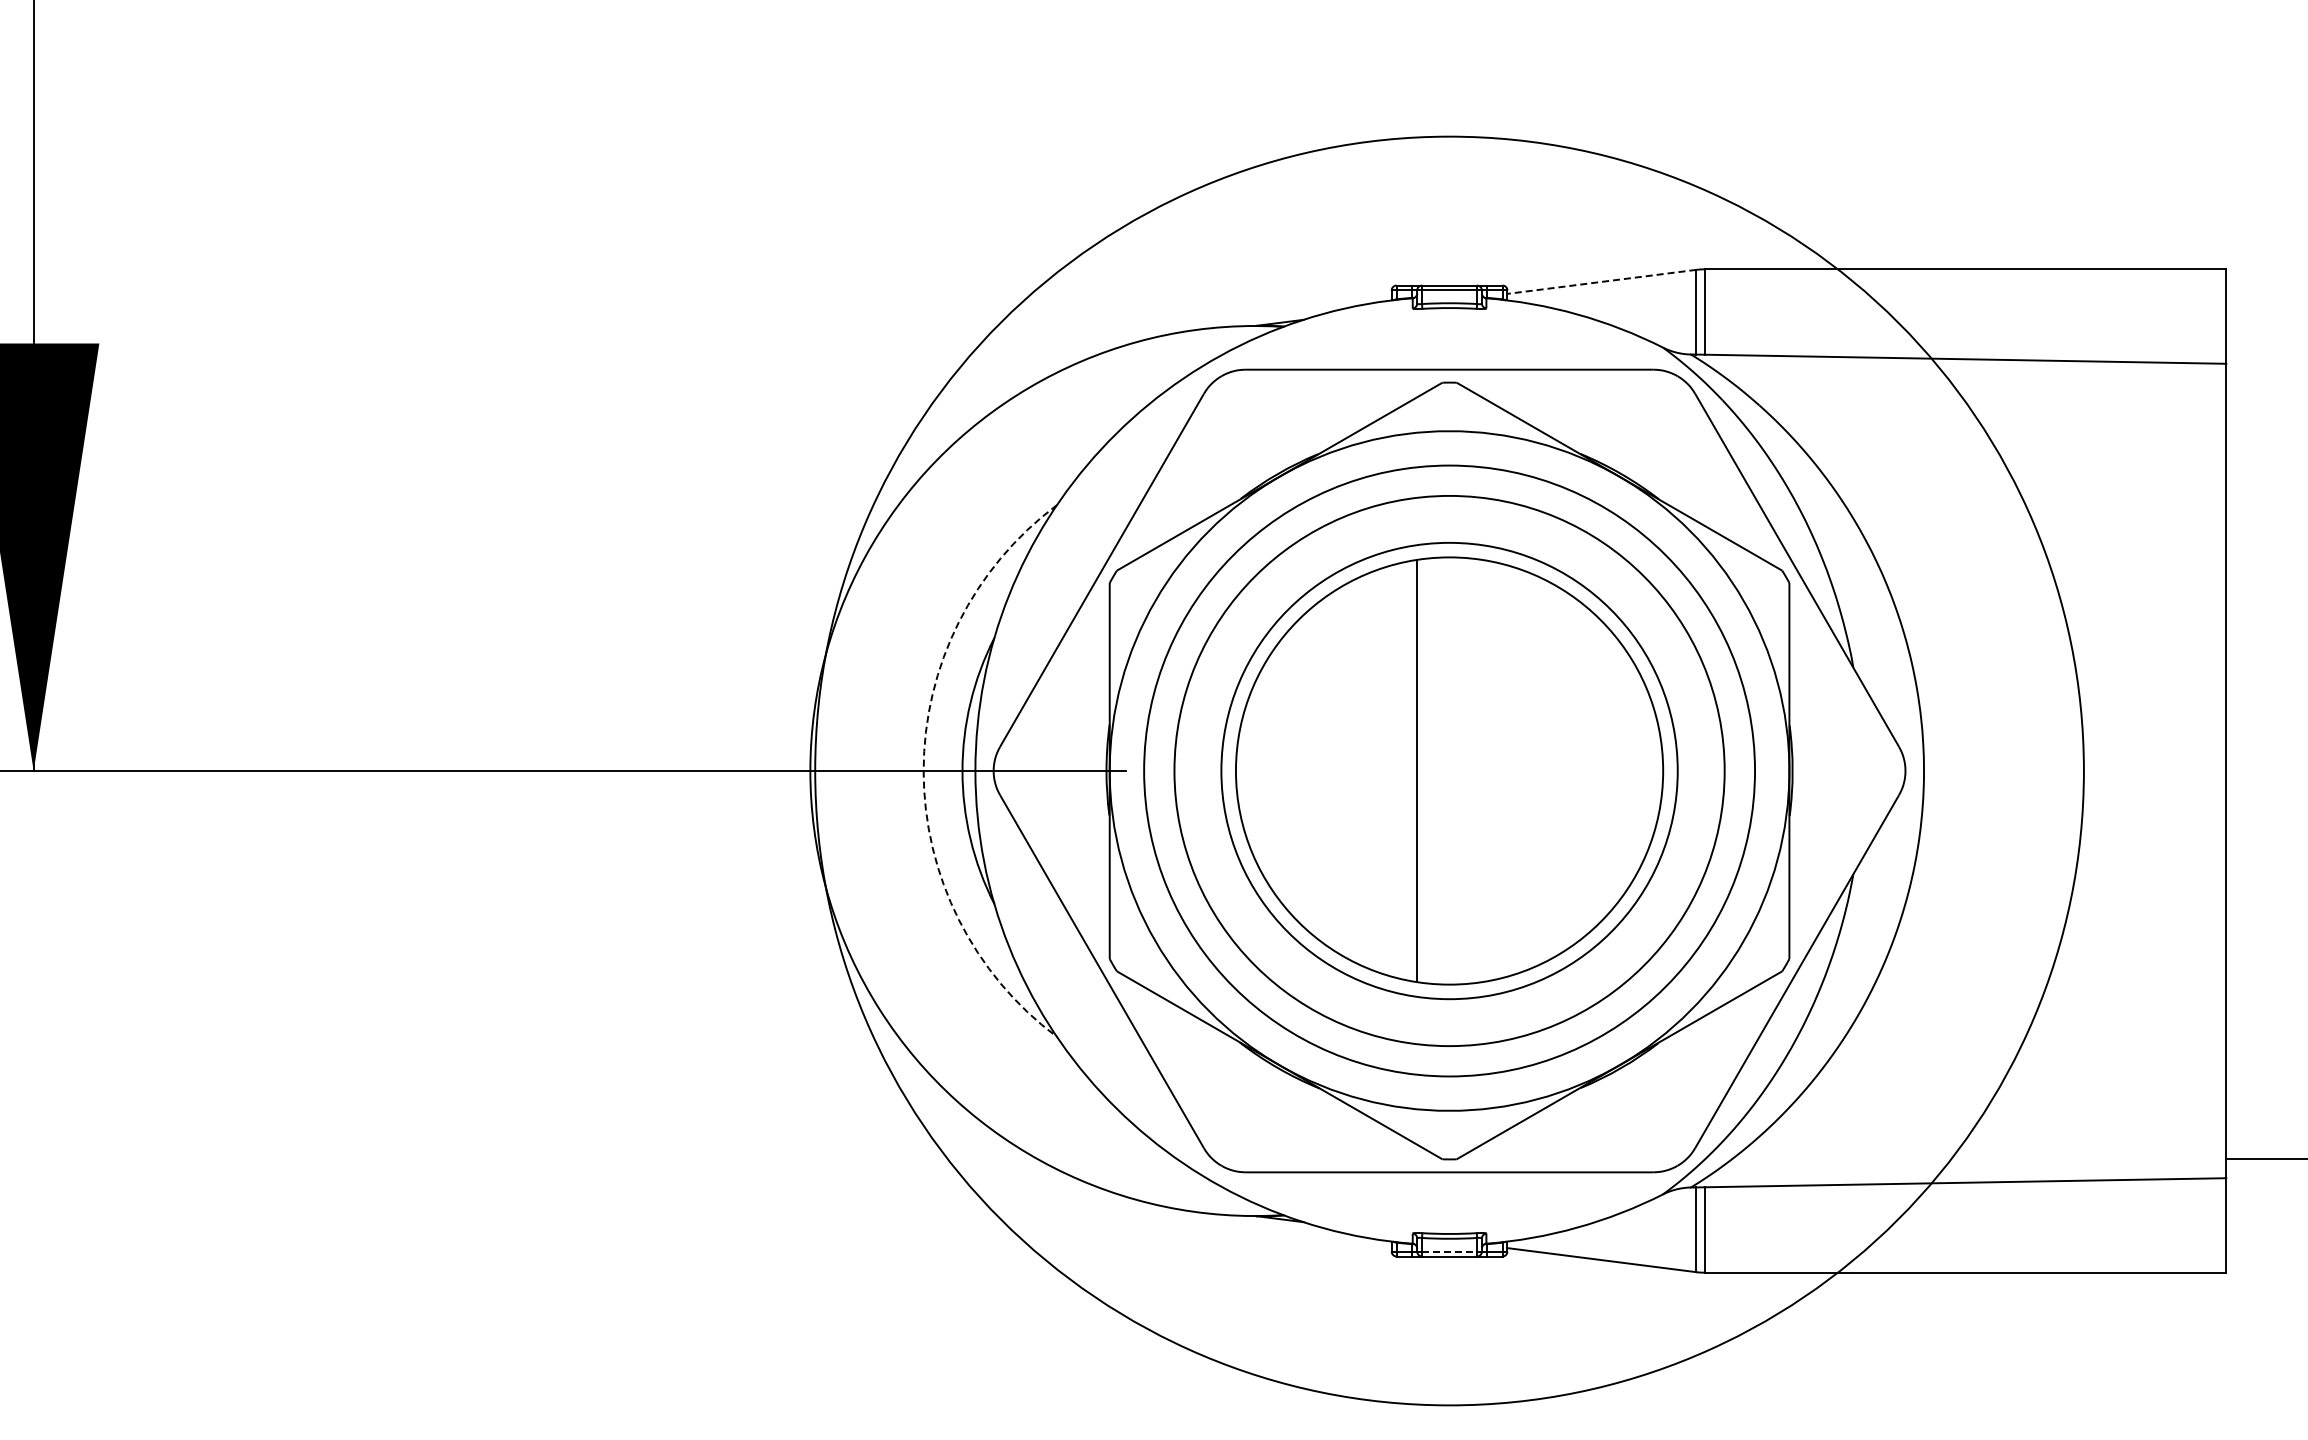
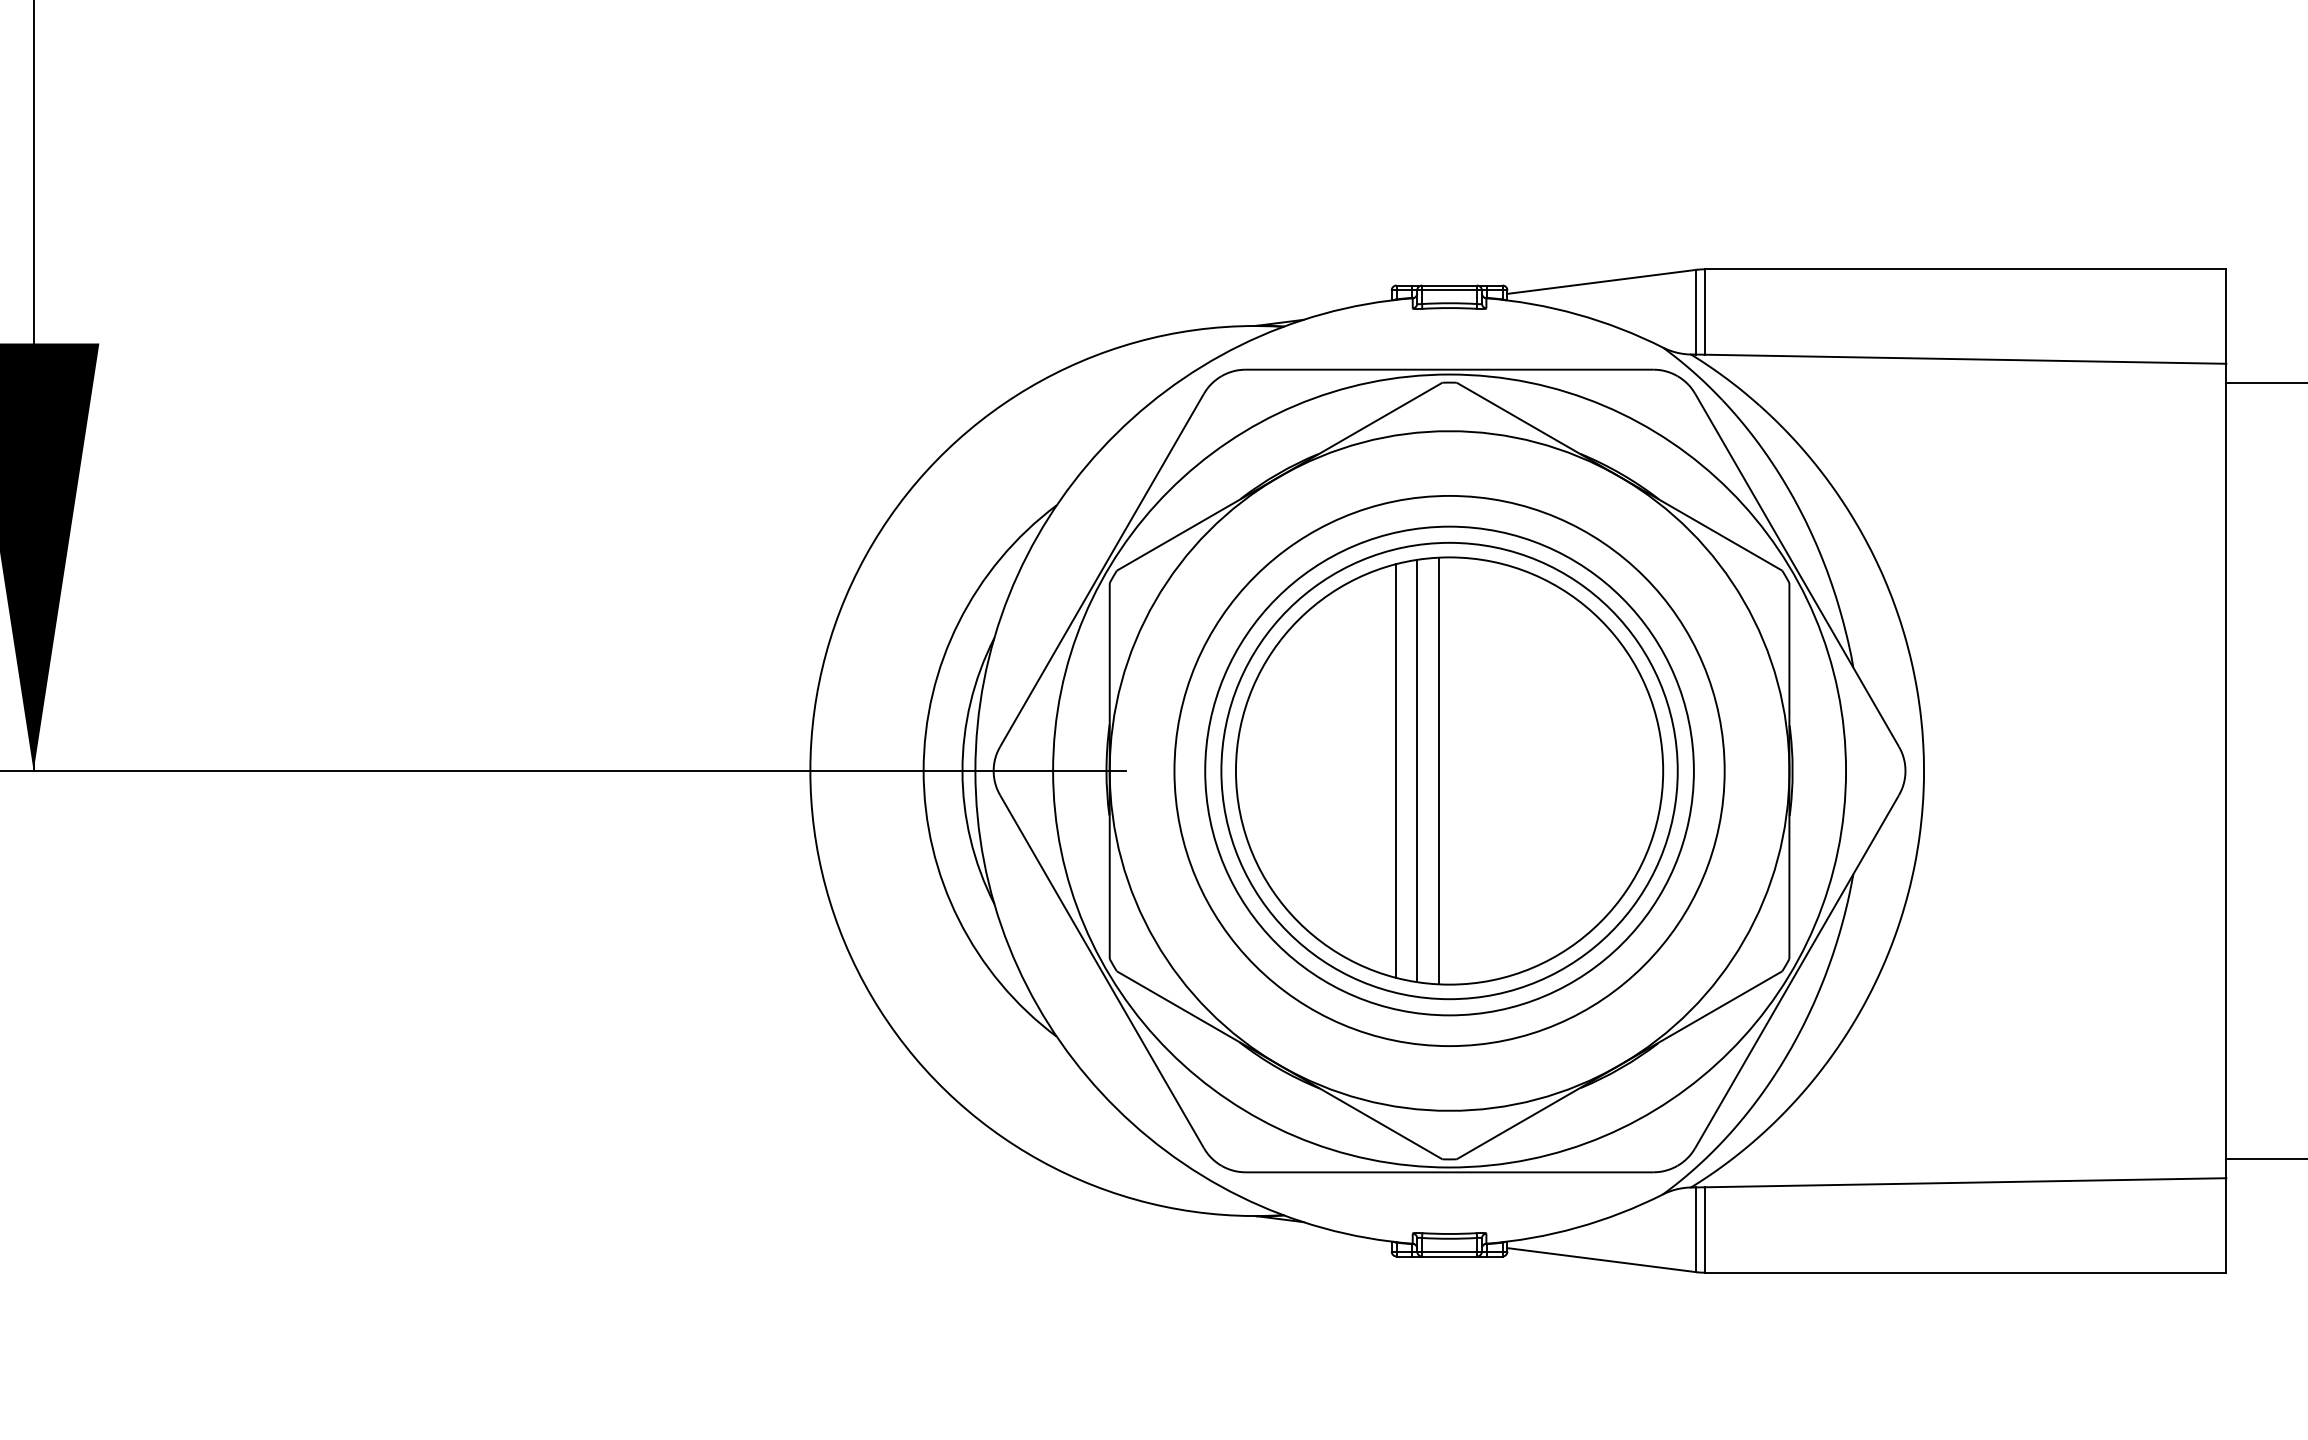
line at (1601, 281): dashed -> solid
line at (2265, 382): none -> present
line at (1395, 770): none -> present
line at (1438, 770): none -> present
circle at (1449, 770) diameter: 1269 px -> 793 px
circle at (1449, 770) diameter: 611 px -> 489 px
arc at (923, 771): dashed -> solid
line at (1449, 1251): dashed -> solid
